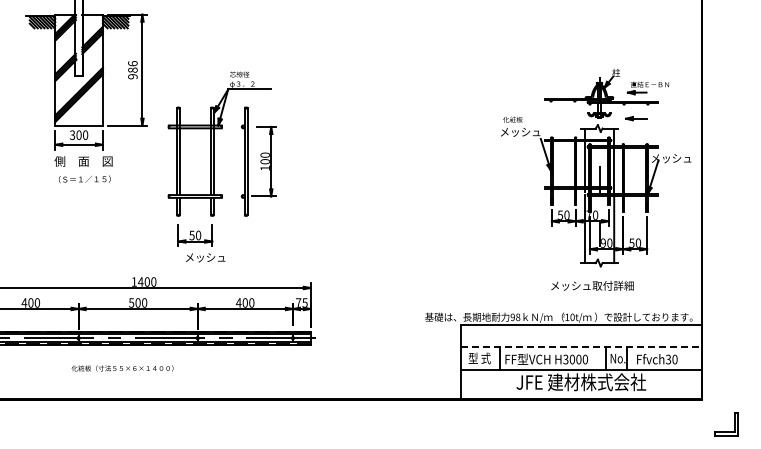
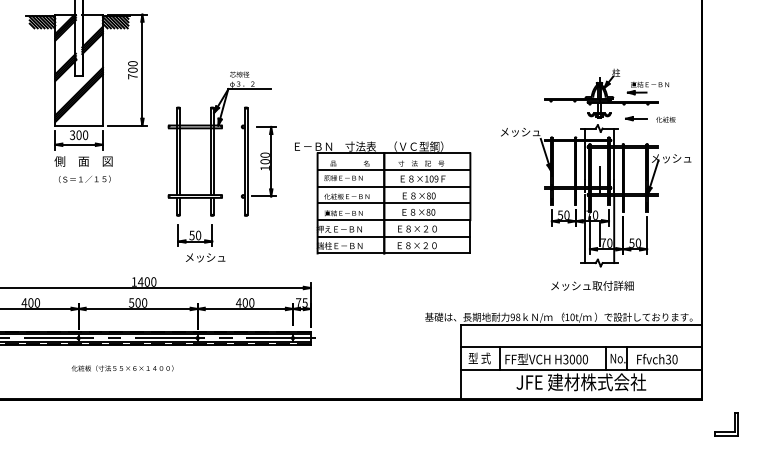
text at (132, 70): 986 -> 700
text at (512, 119) position: (512, 119) -> (665, 119)
part at (383, 197): none -> present
text at (603, 242): 90 -> 70
line at (582, 347): dashed -> solid
